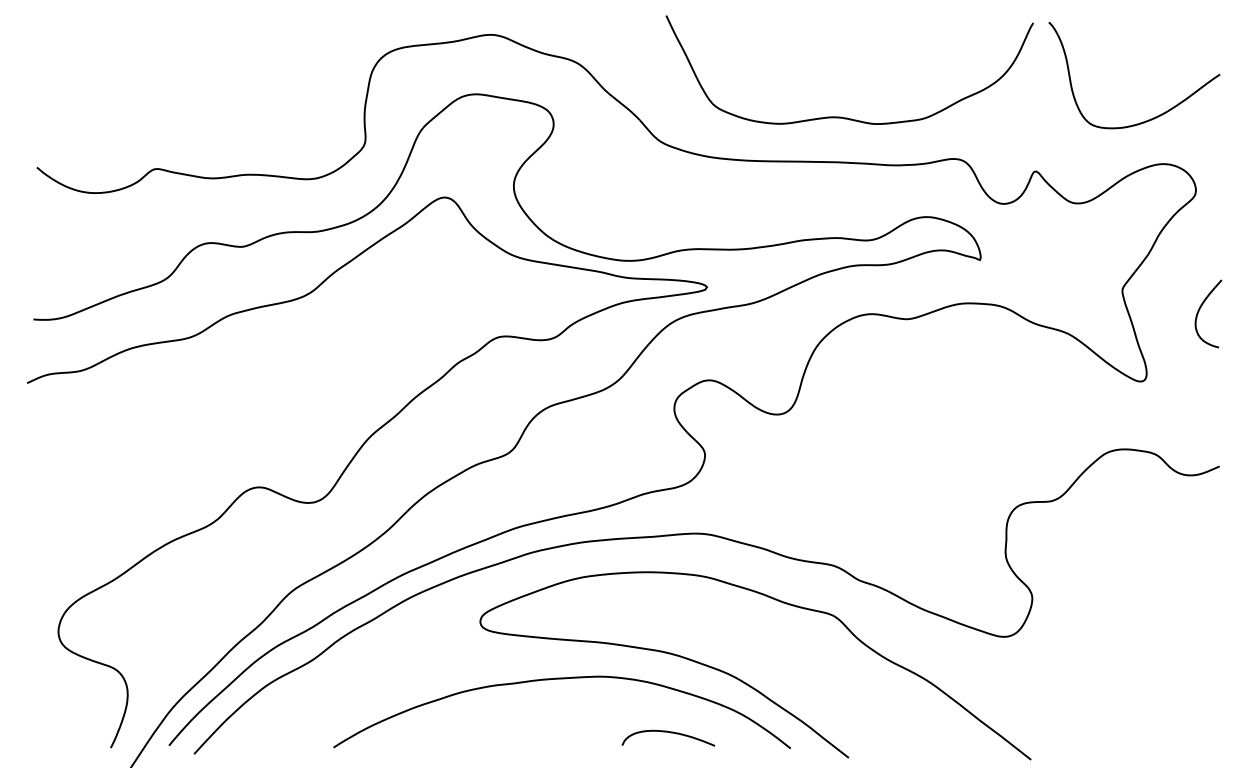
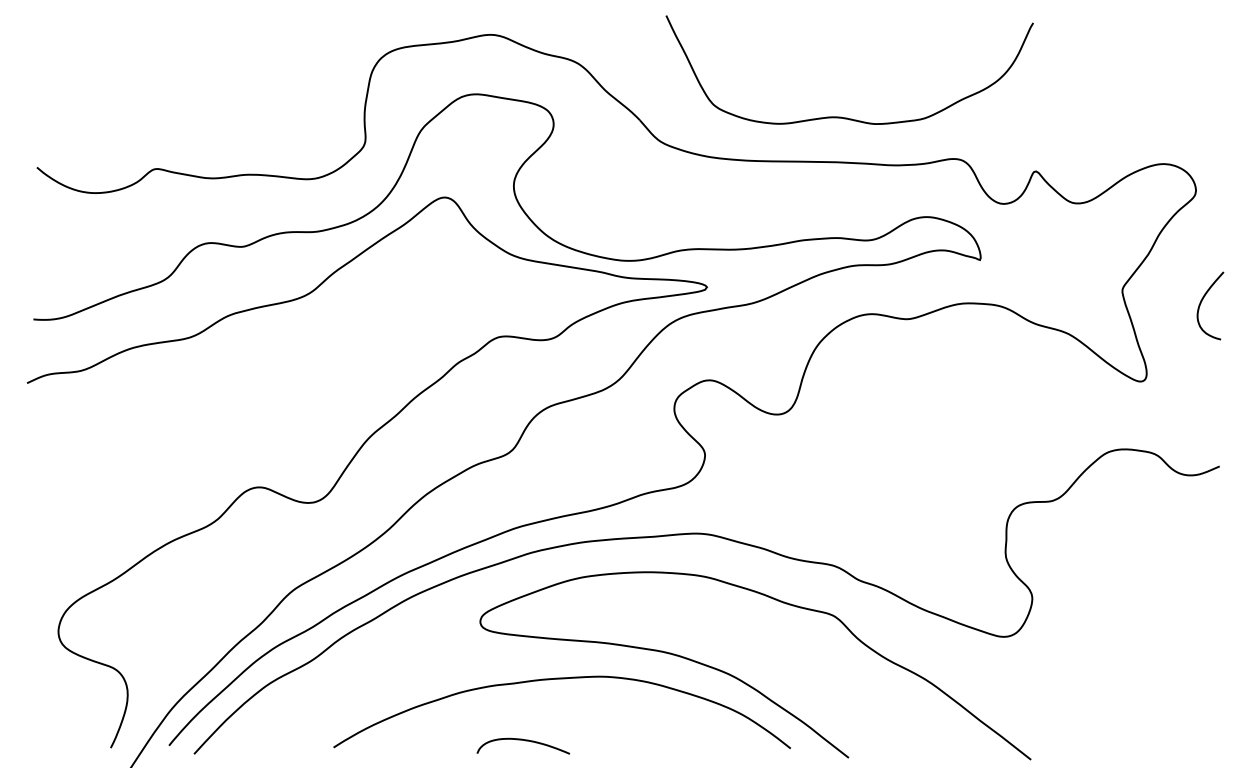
curve at (1155, 116): present -> none
curve at (1200, 309) position: (1200, 309) -> (1202, 301)
curve at (670, 733) position: (670, 733) -> (525, 741)
